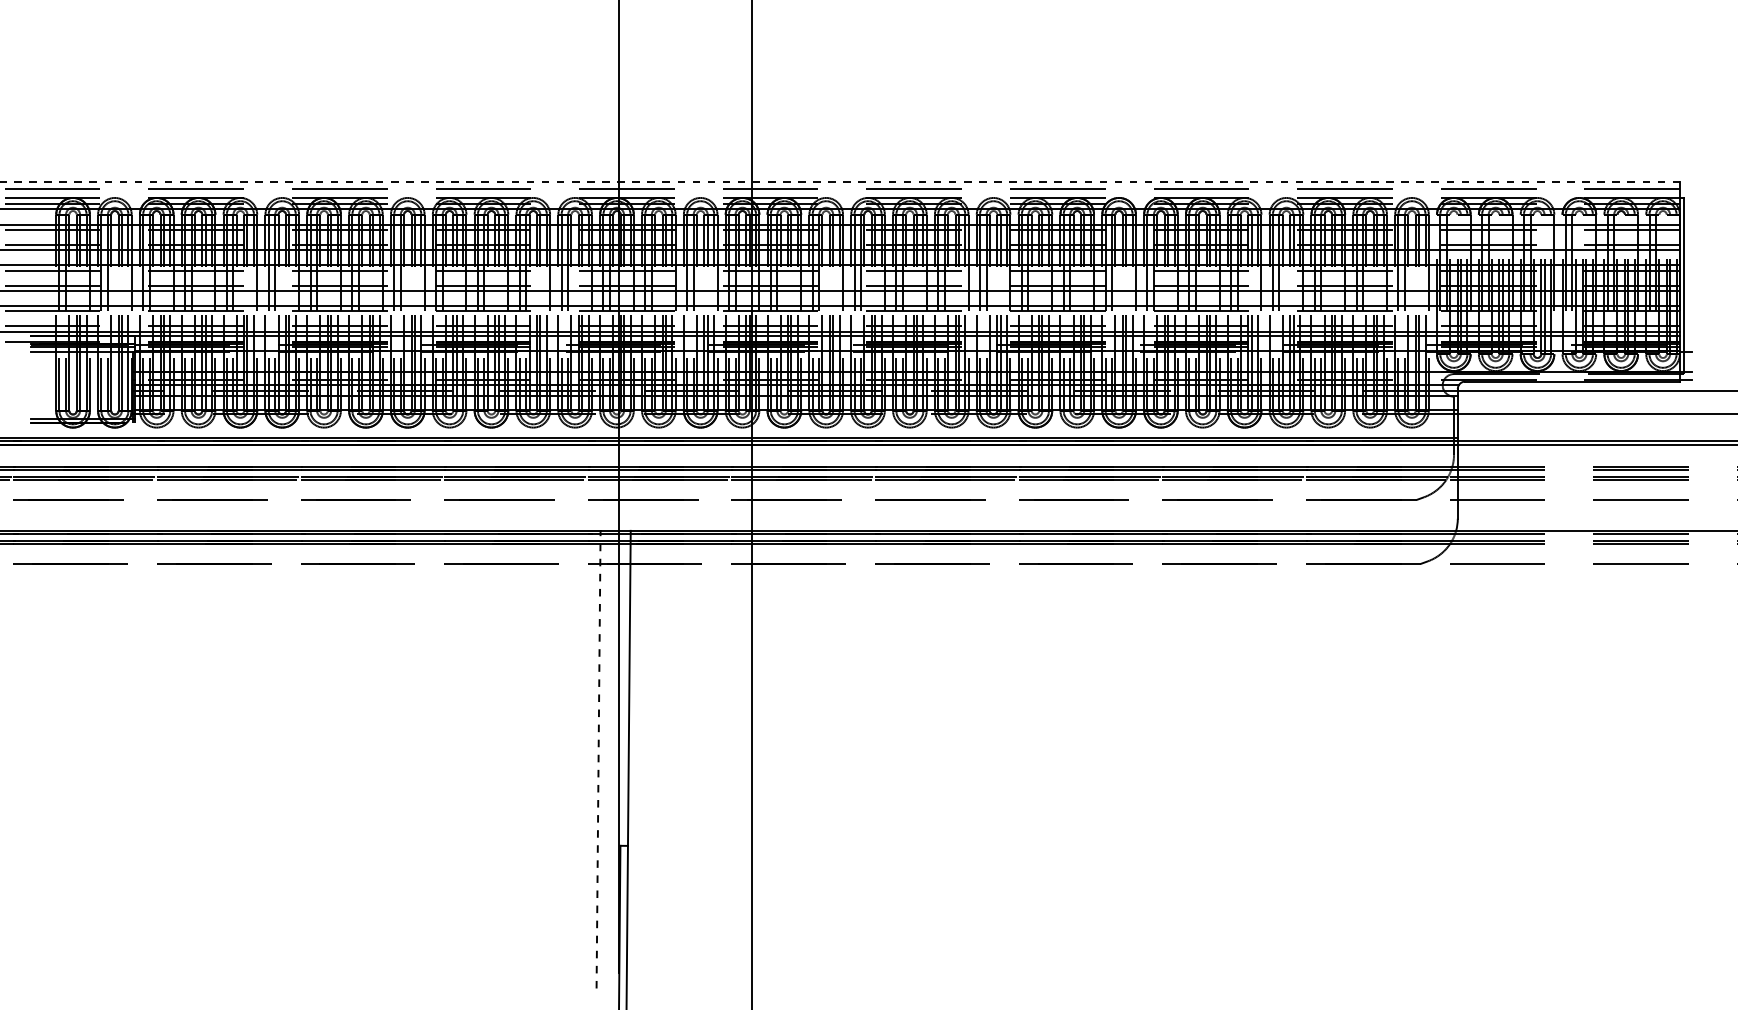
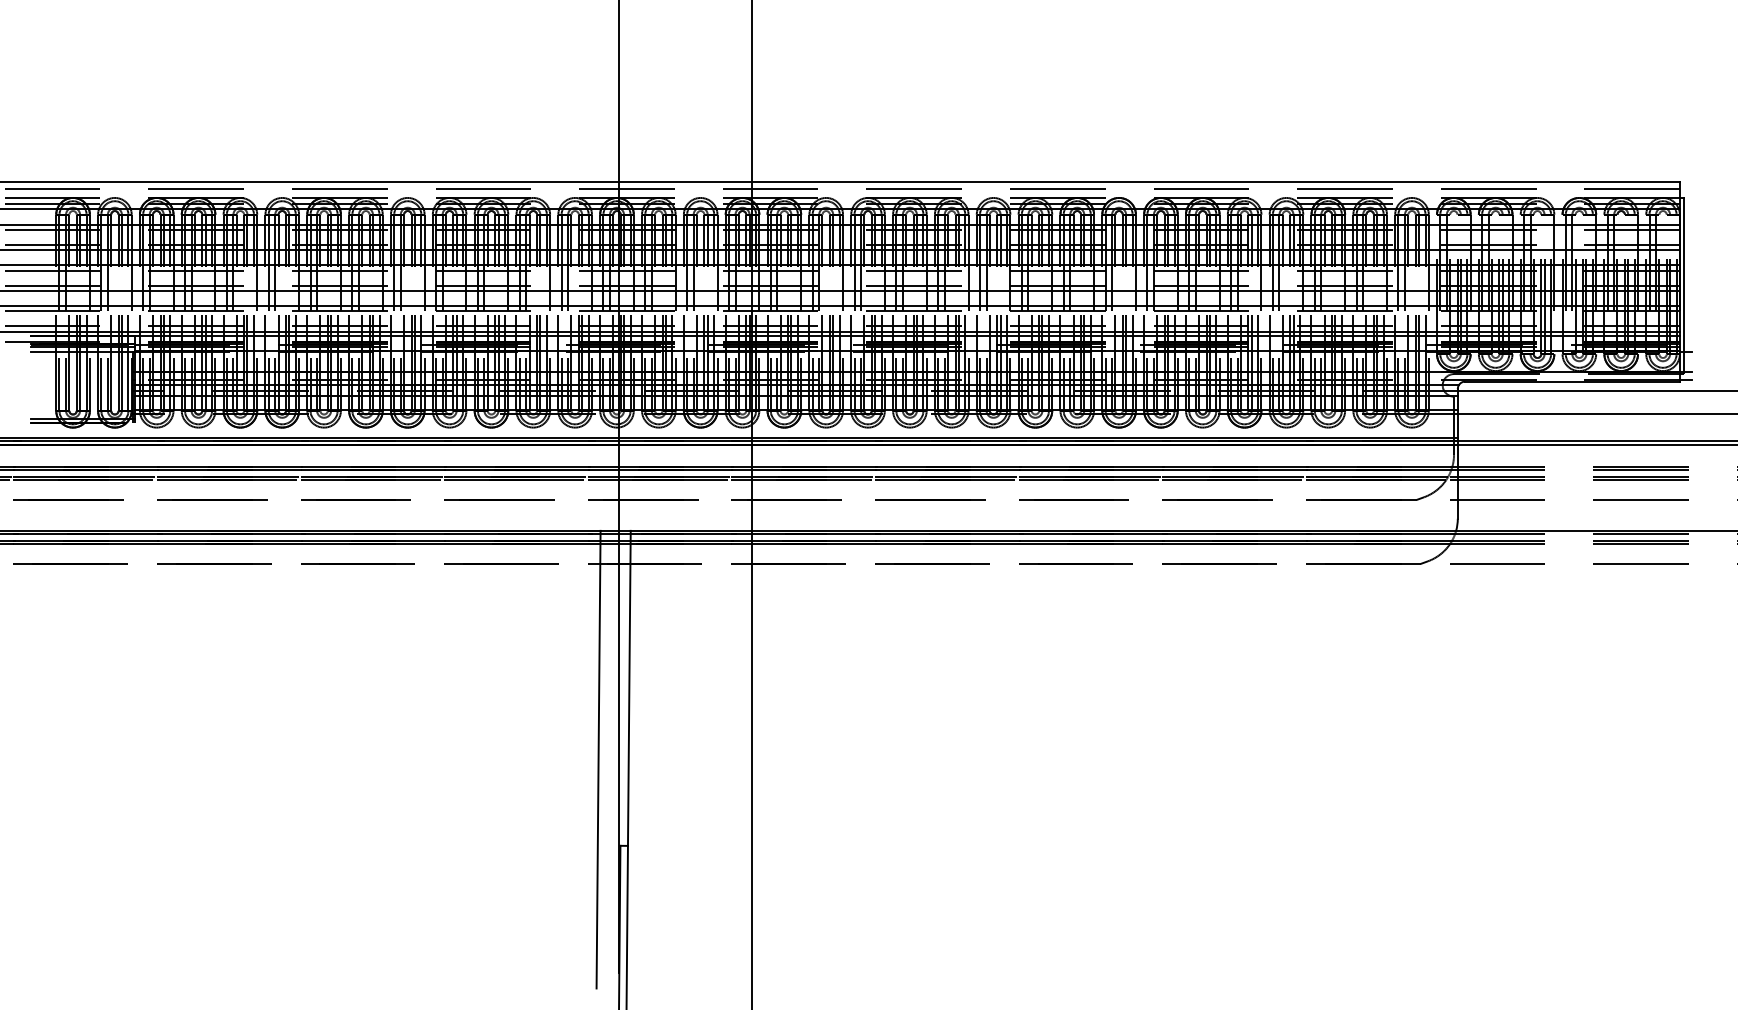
line at (840, 181): dashed -> solid
line at (598, 759): dashed -> solid
